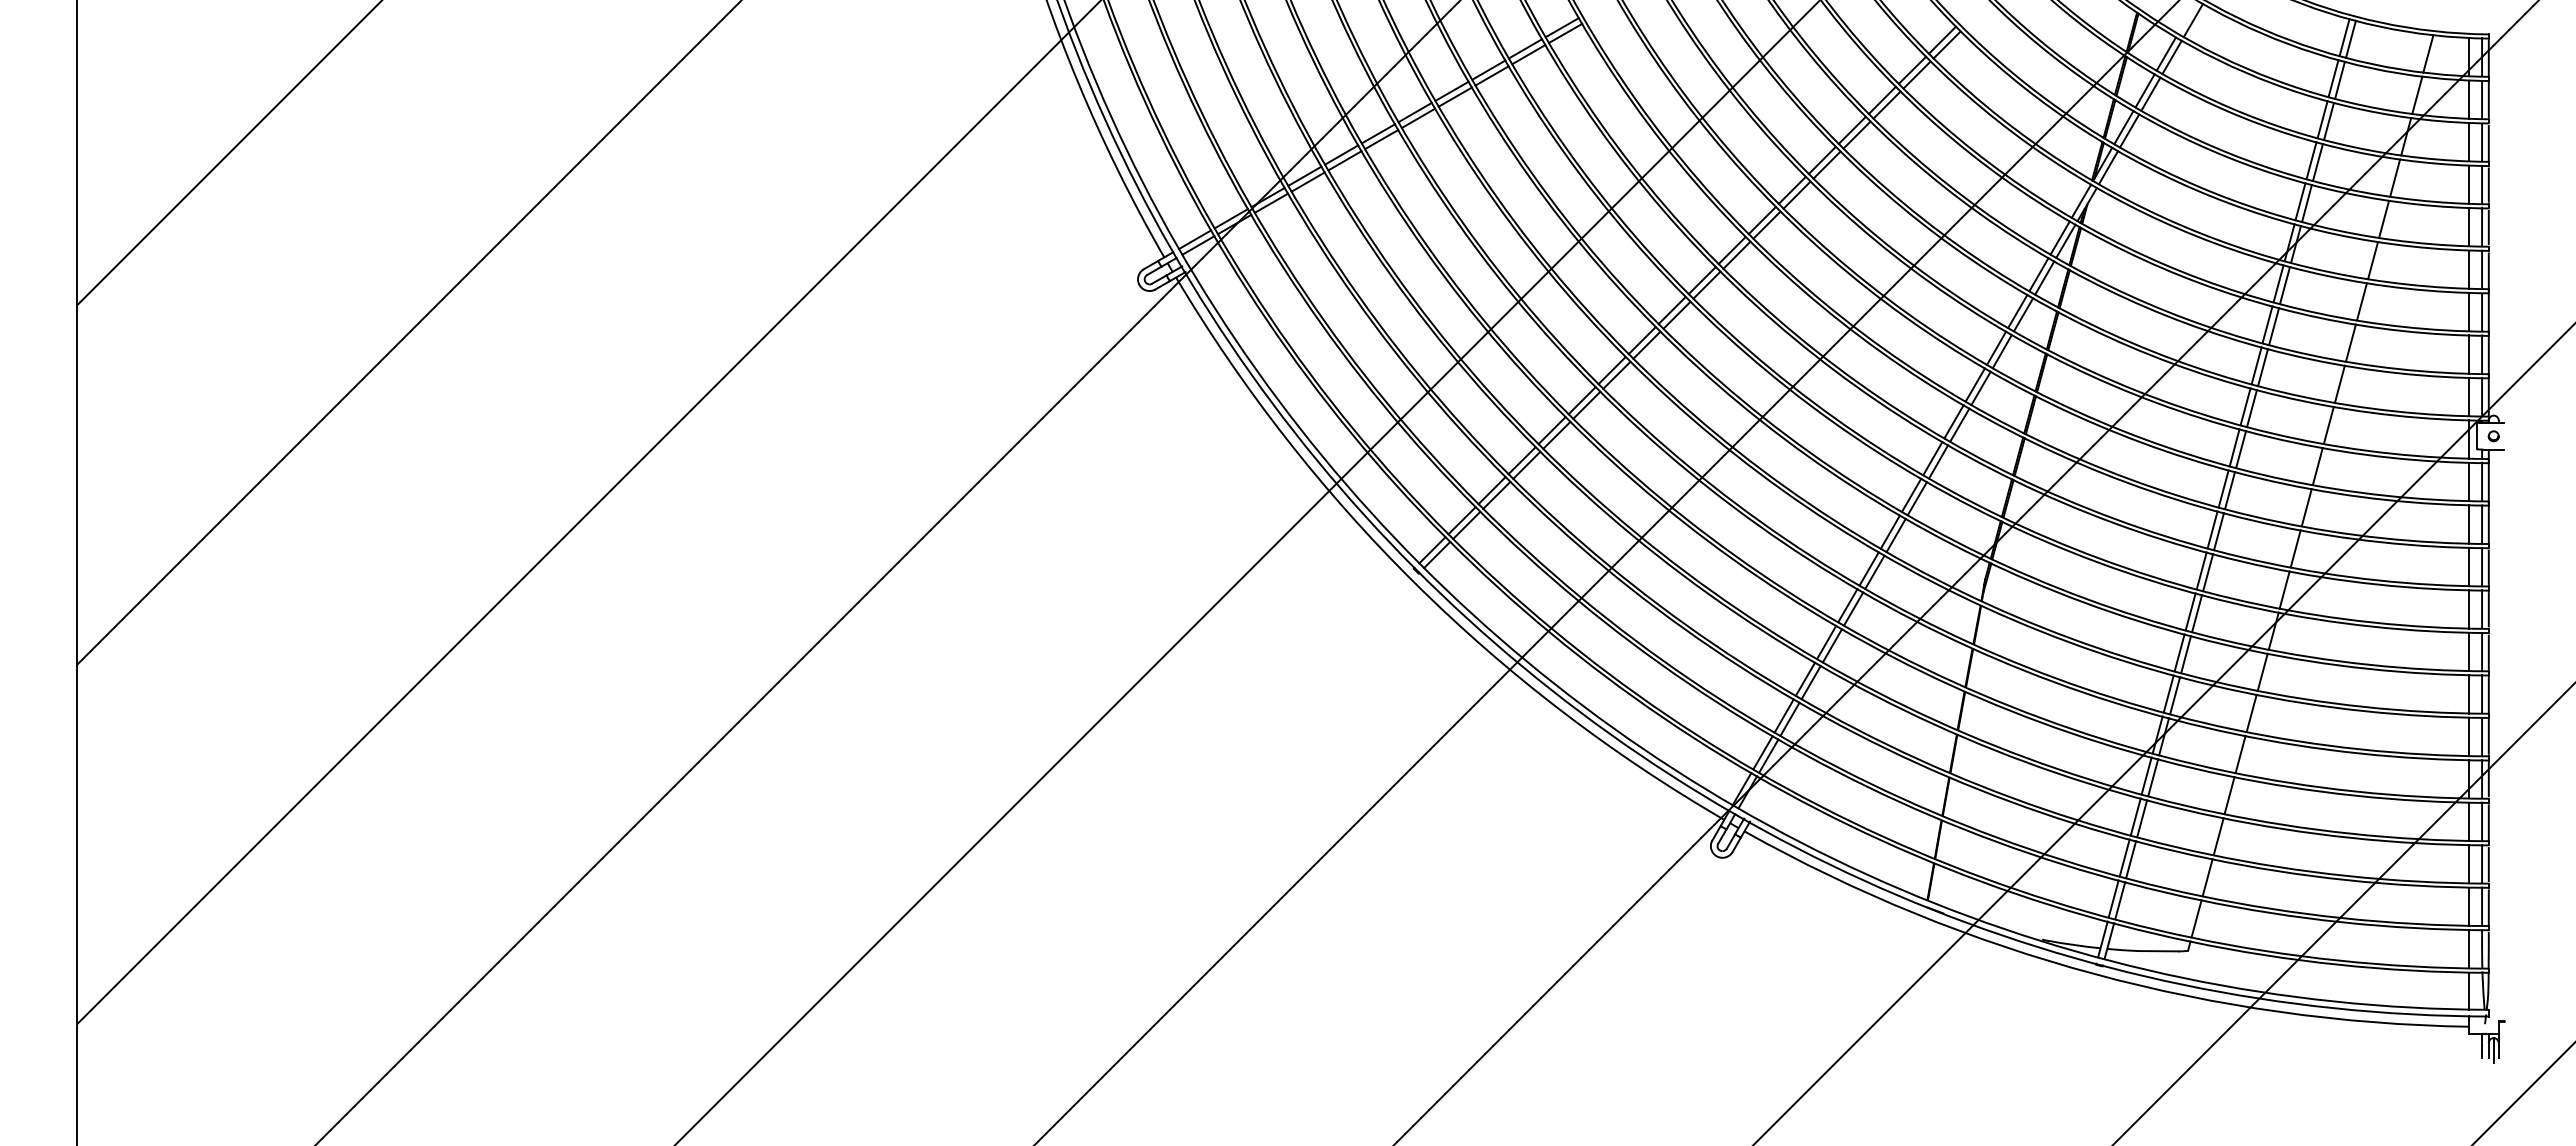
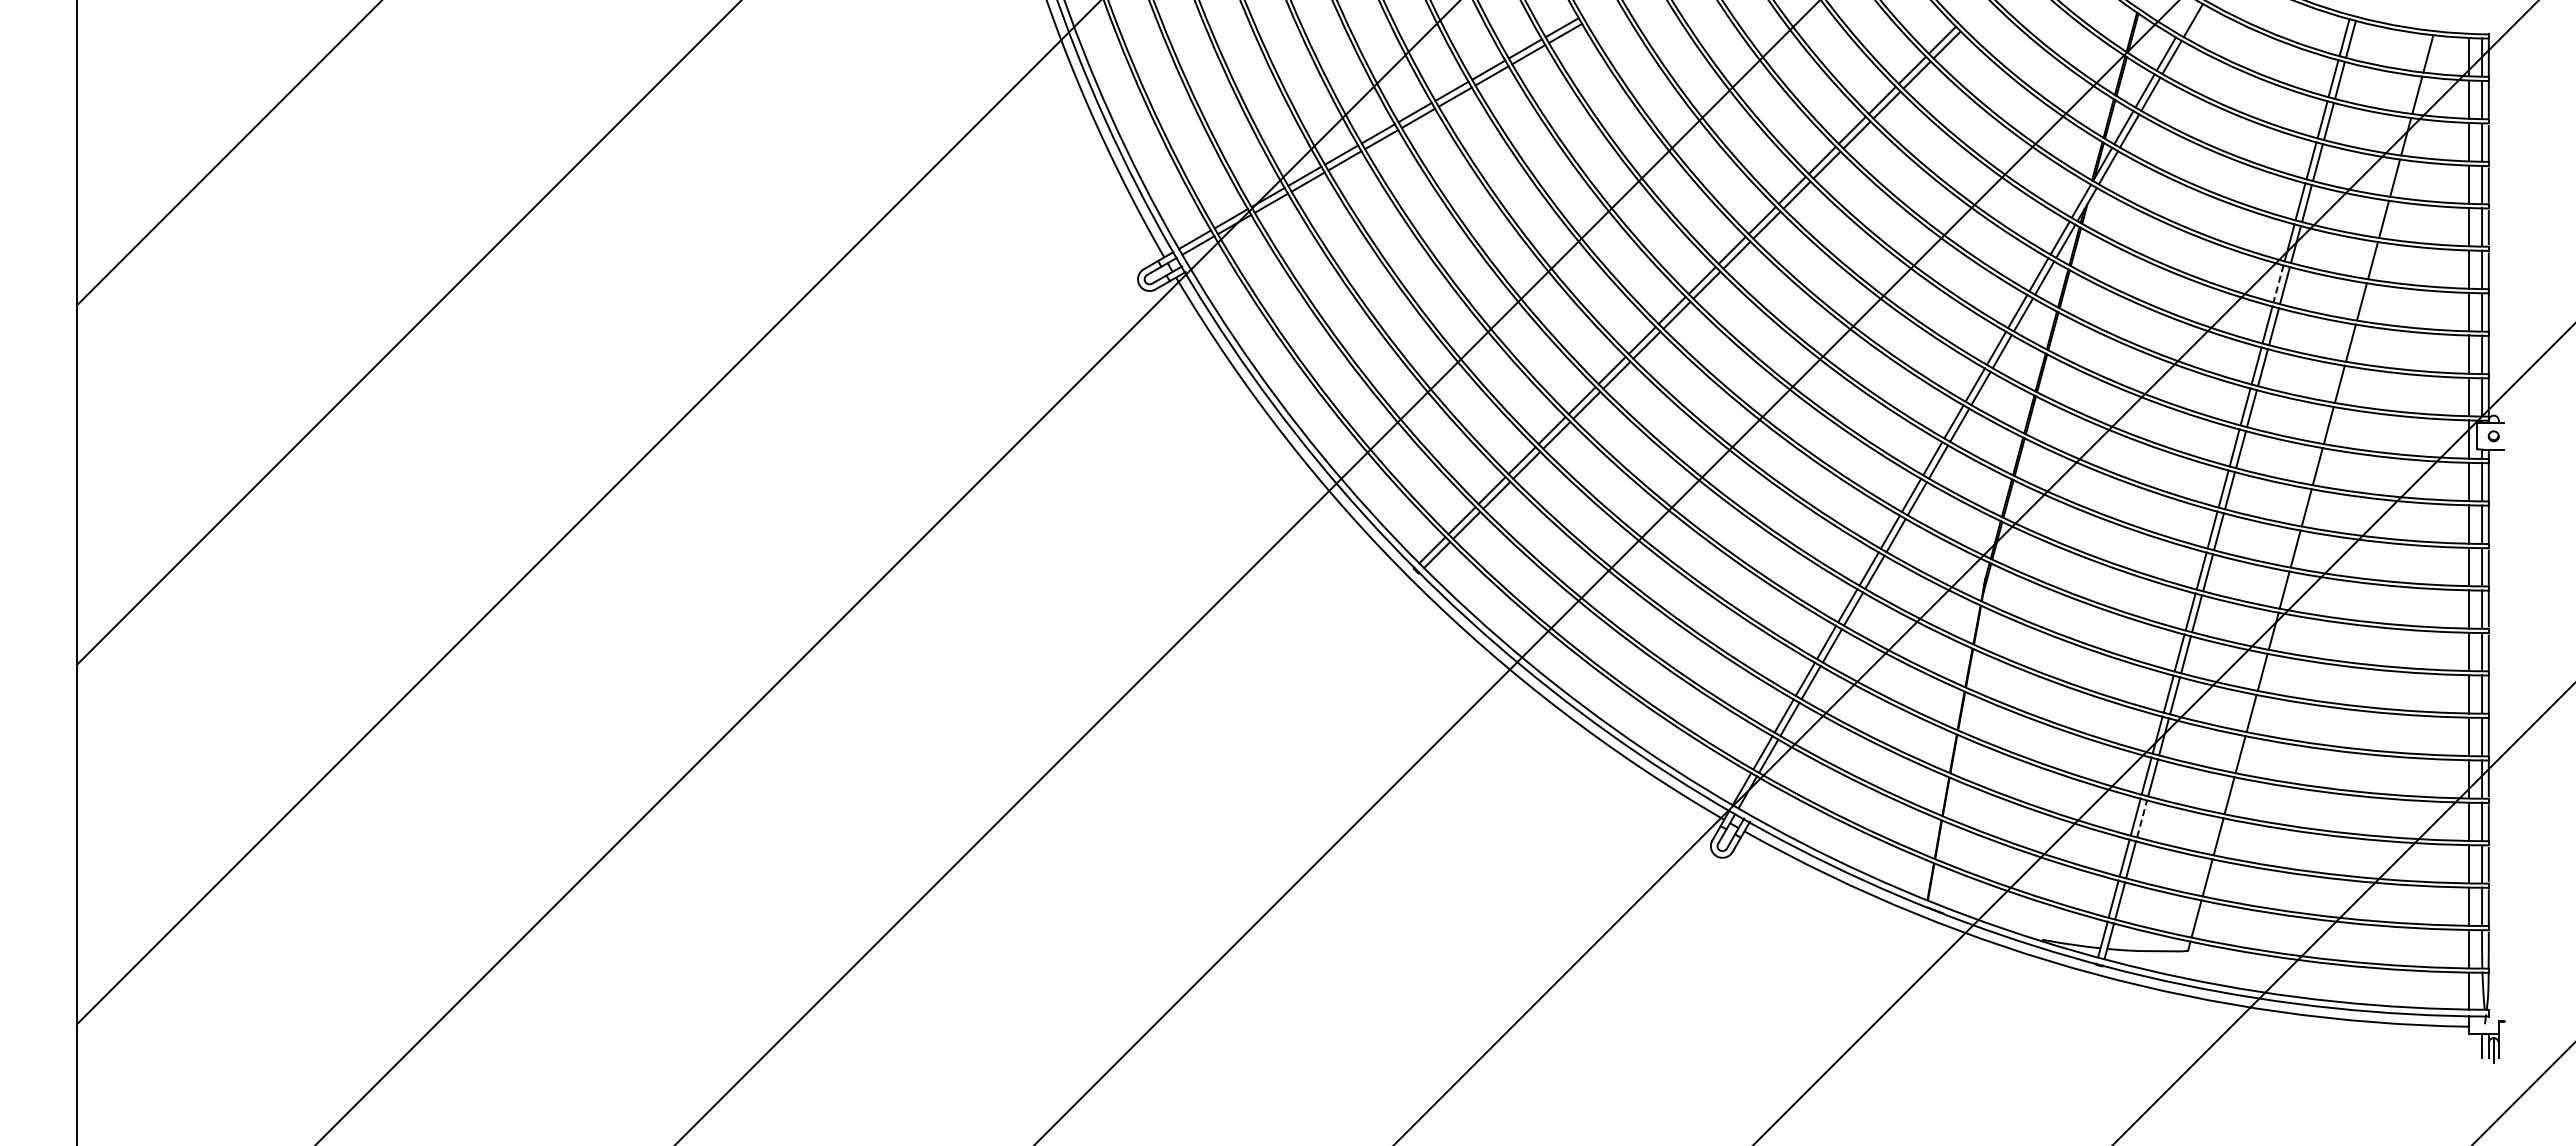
line at (2278, 284): solid -> dashed
line at (2142, 818): solid -> dashed
